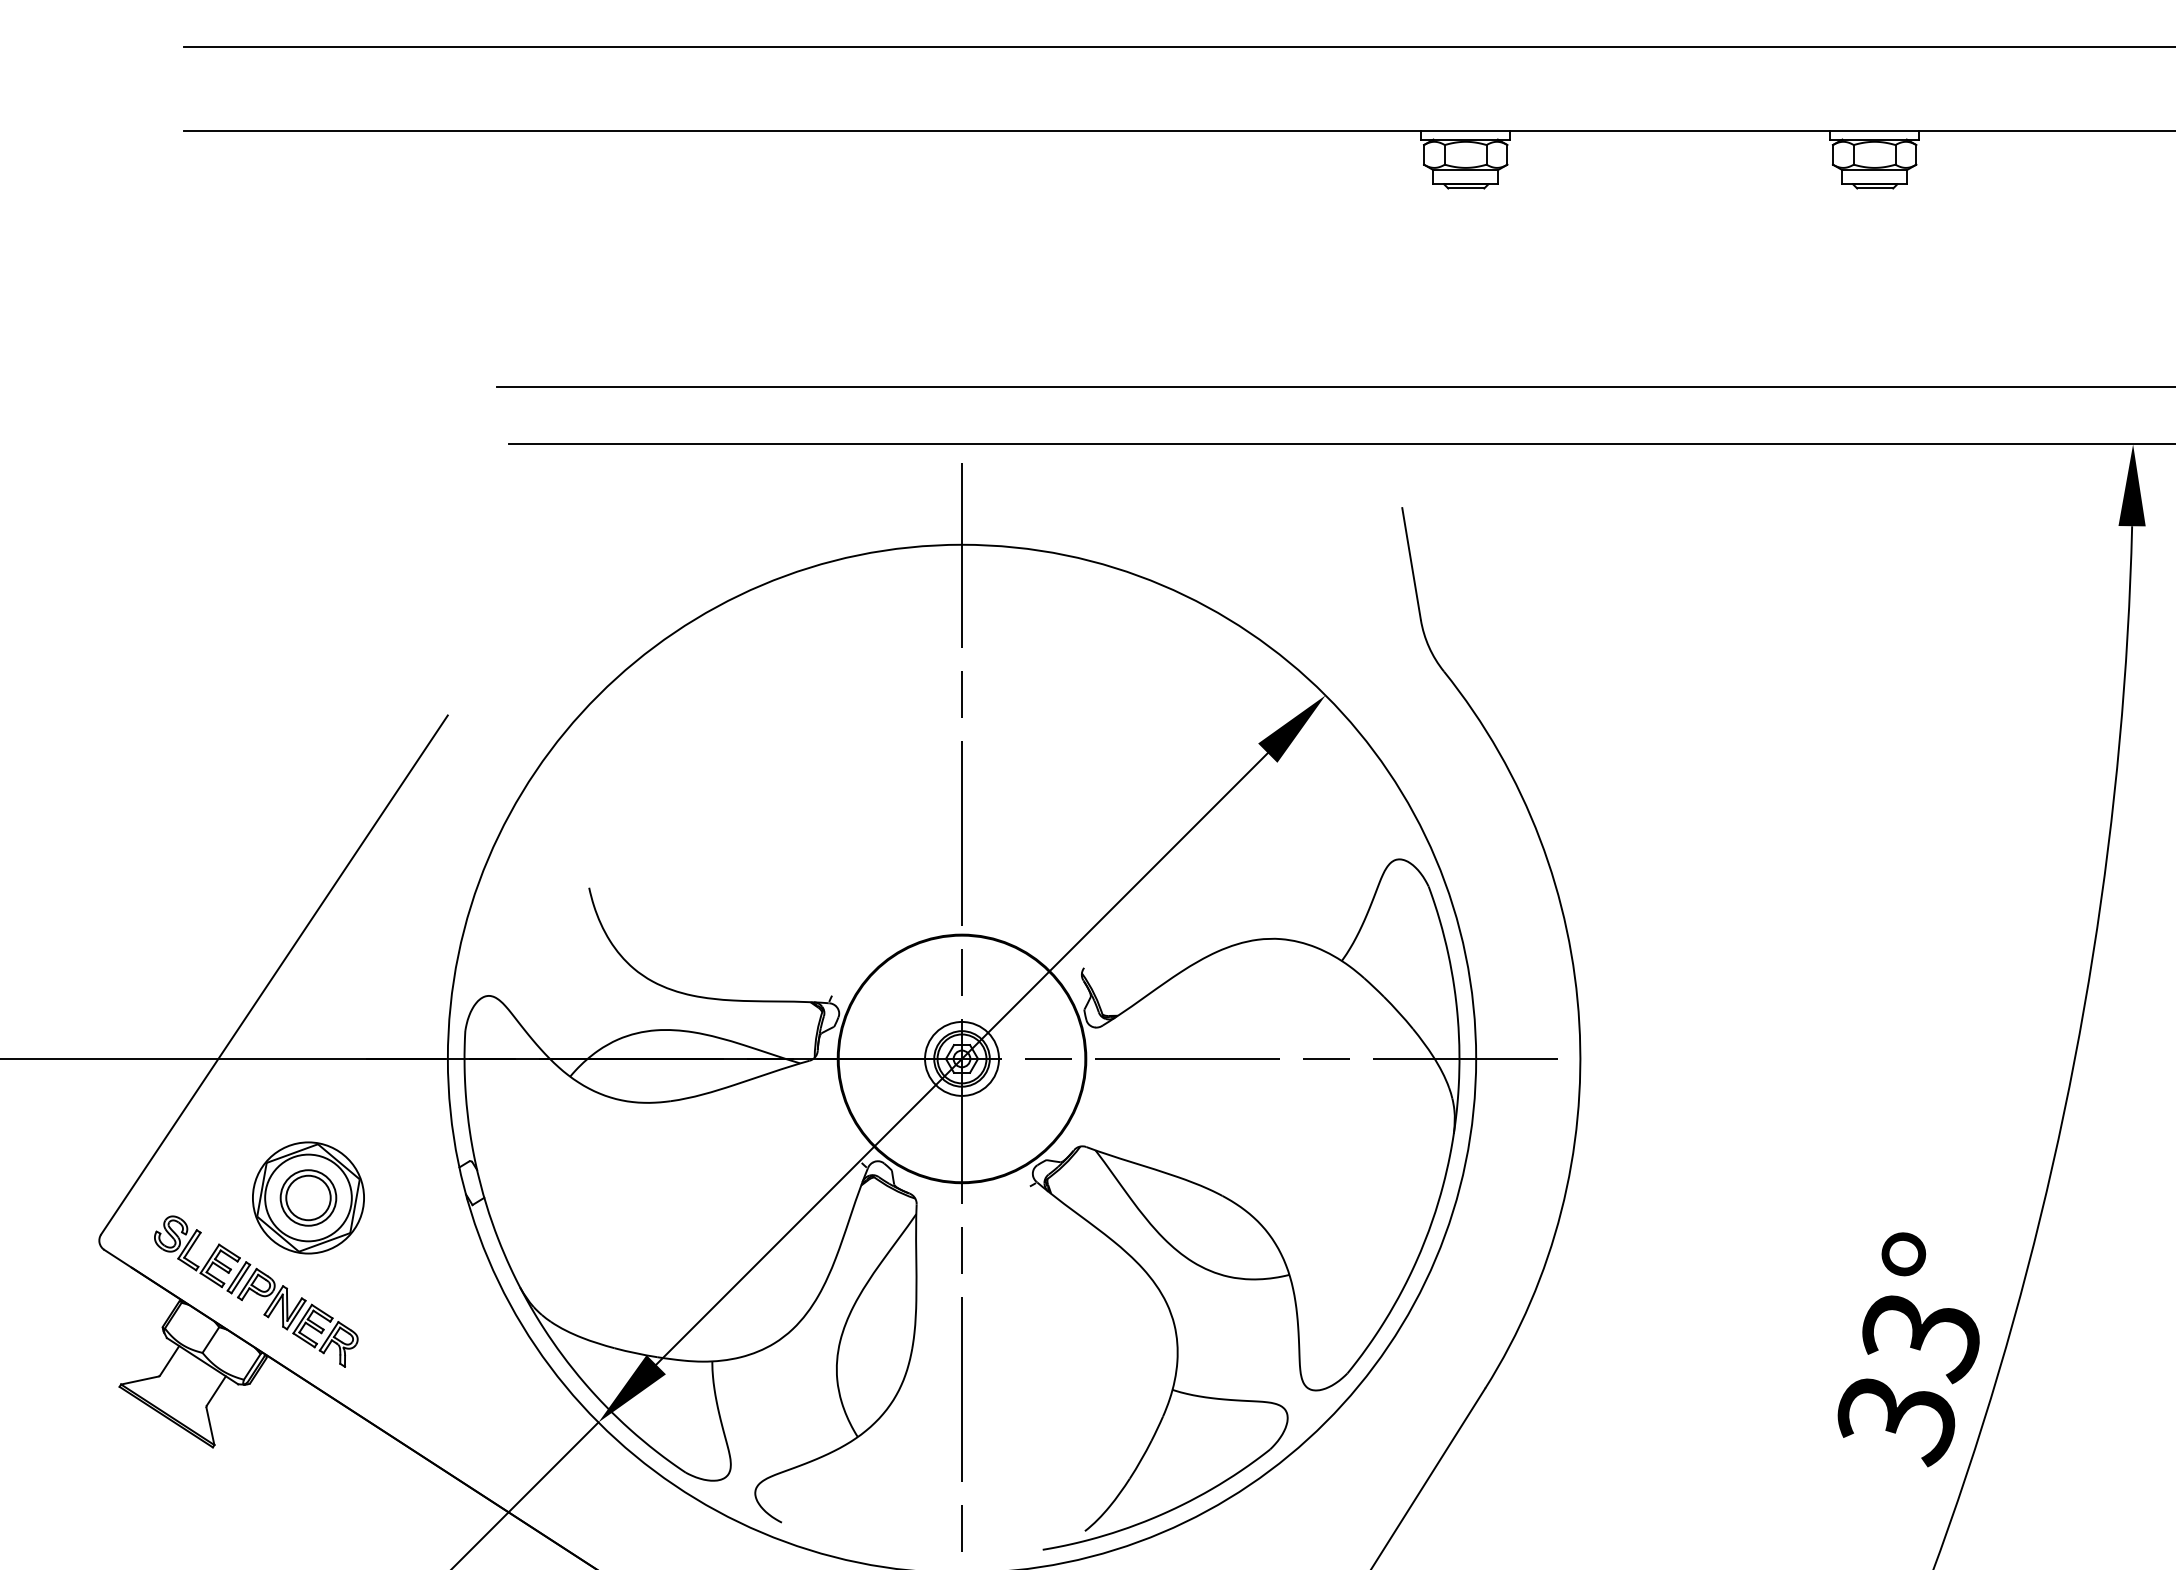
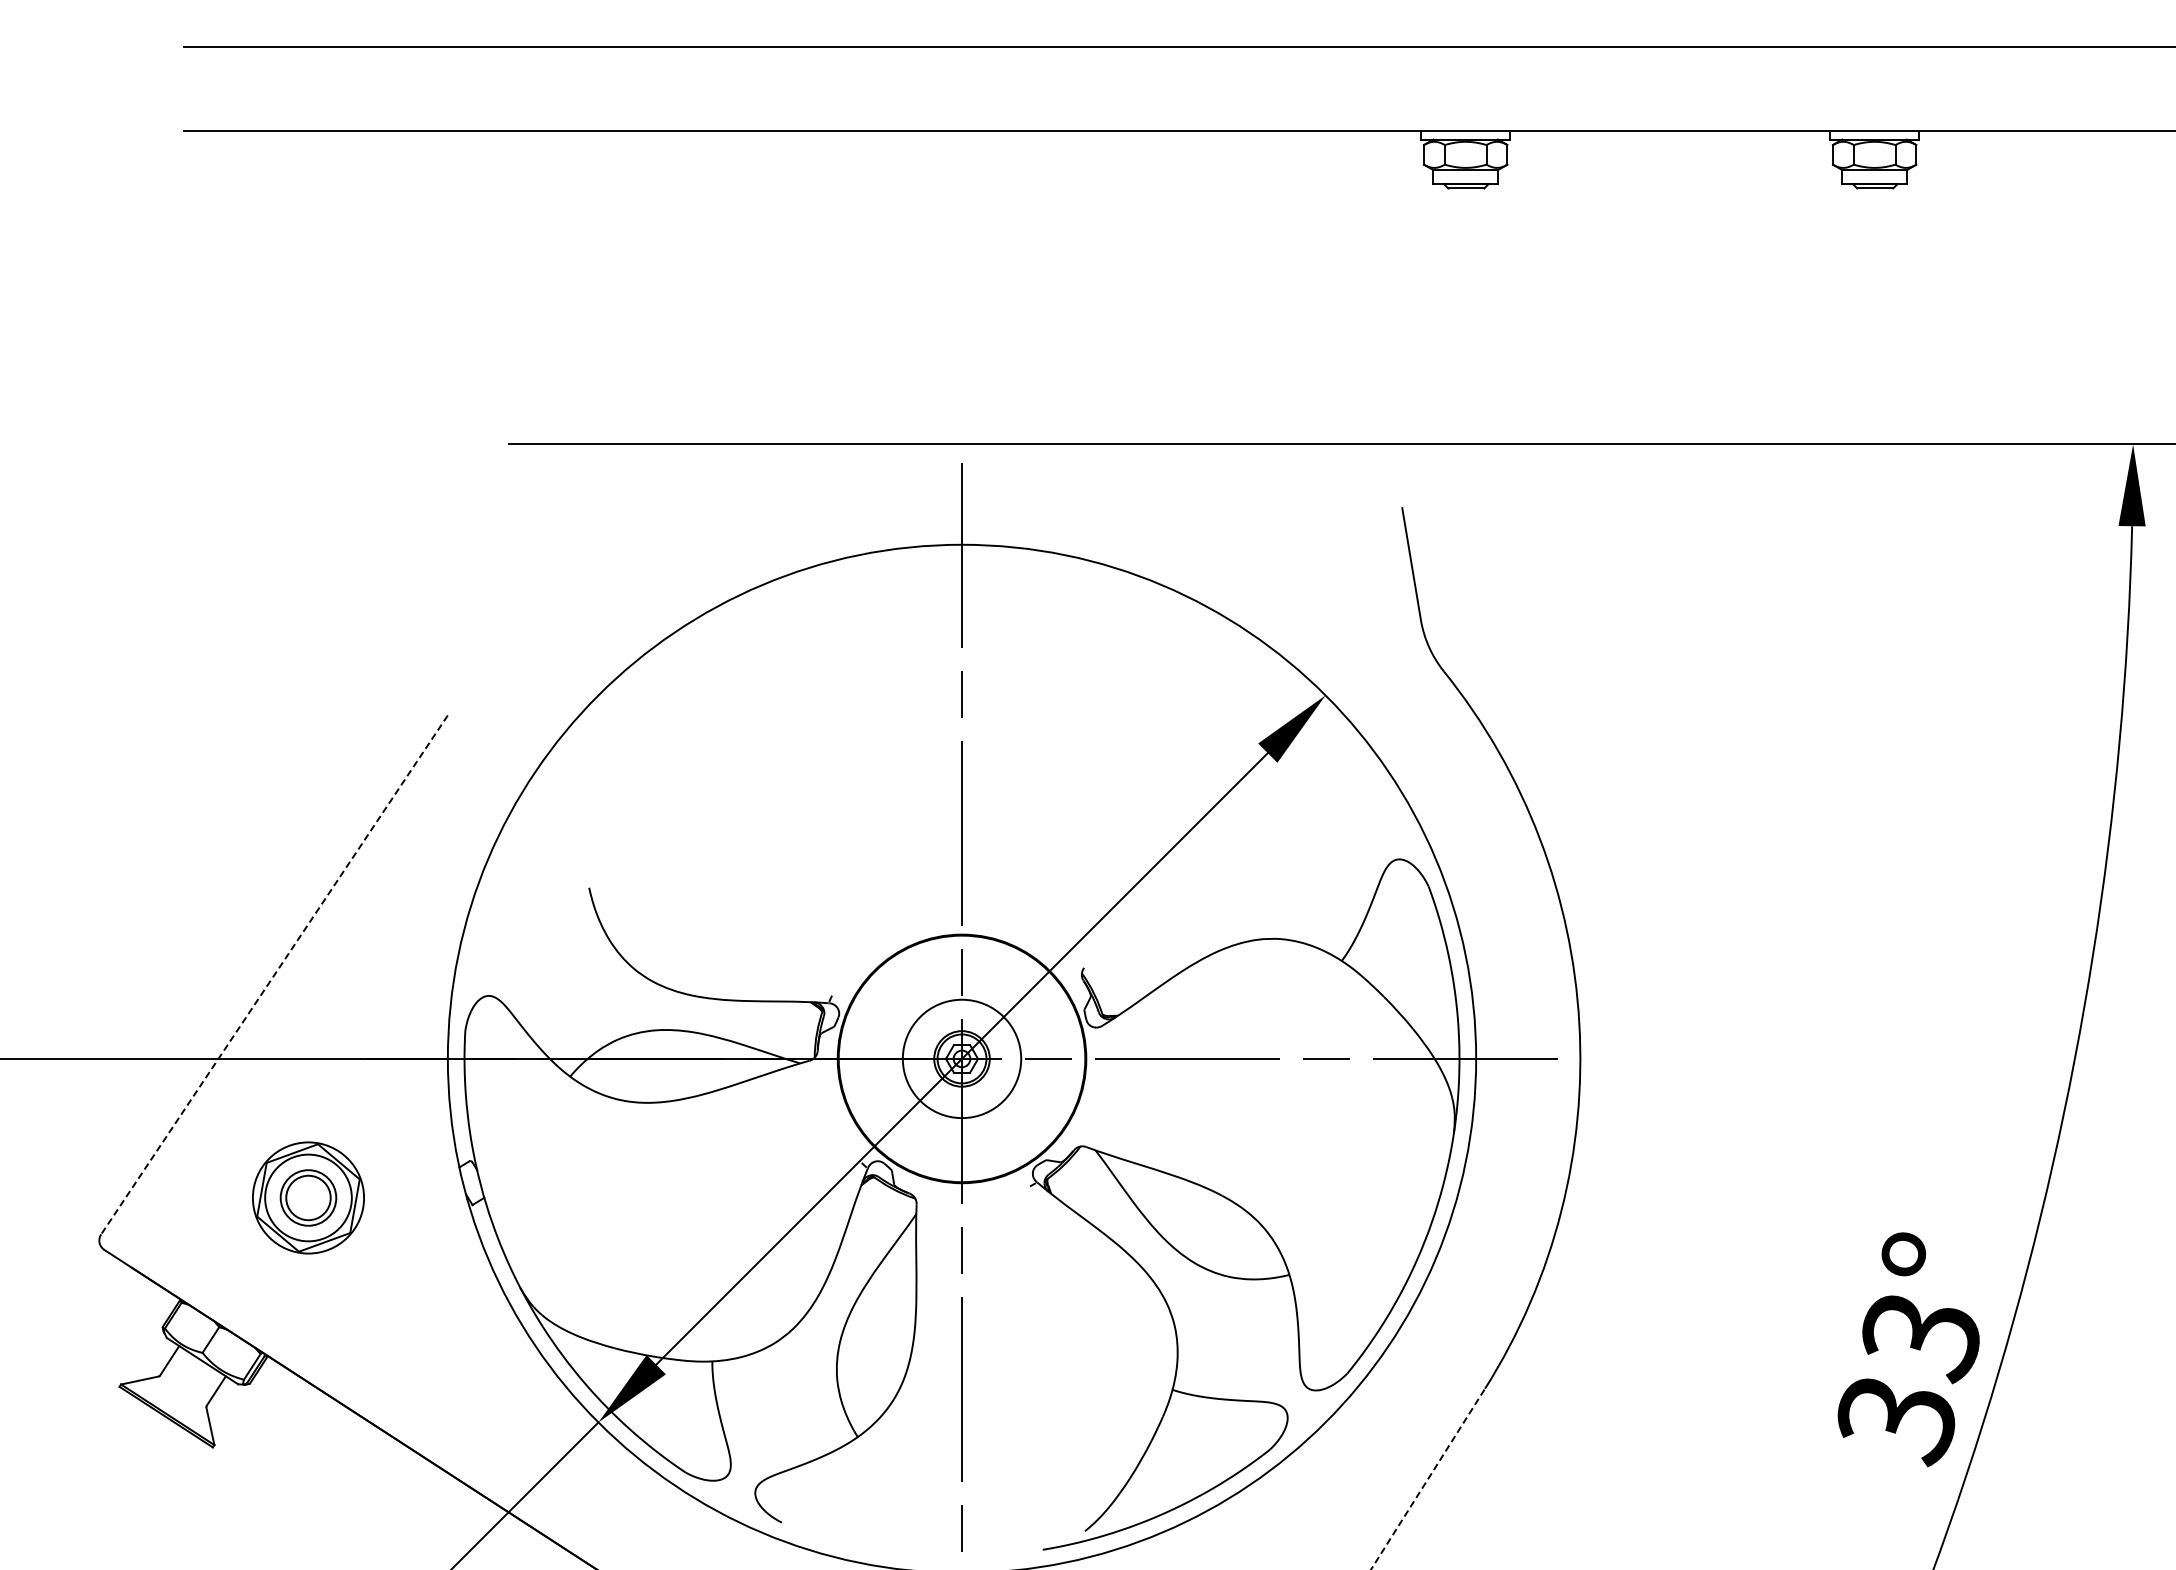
line at (1334, 387): present -> none
line at (274, 975): solid -> dashed
circle at (962, 1058) diameter: 74 px -> 118 px
part at (256, 1291): present -> none
line at (1428, 1479): solid -> dashed
